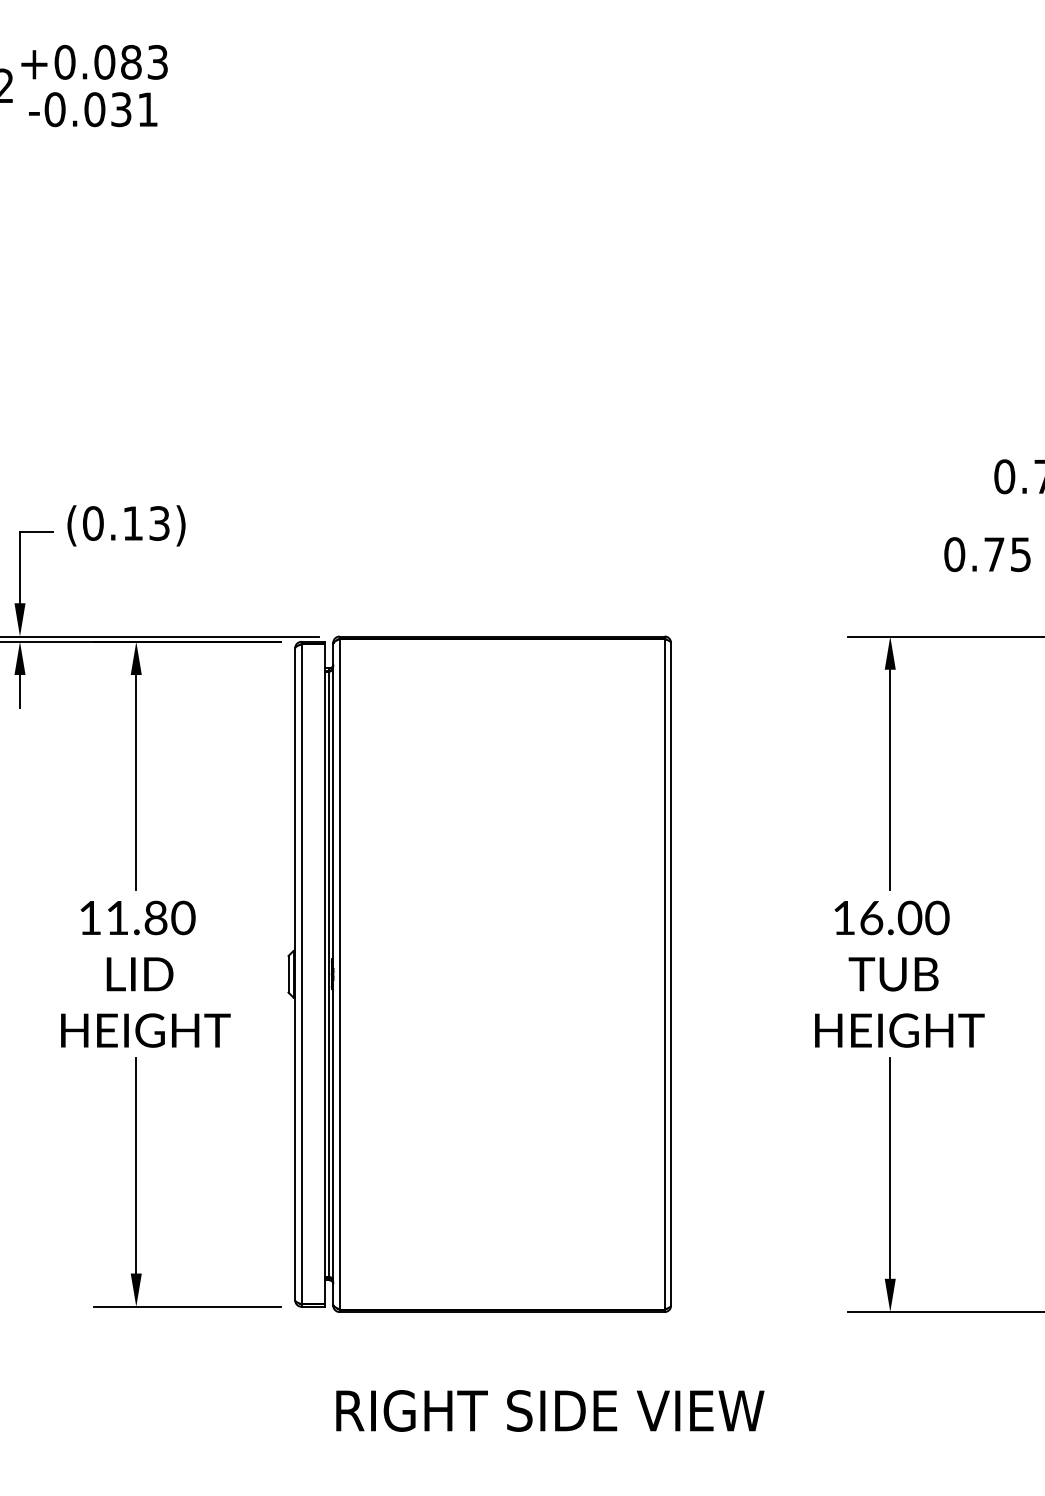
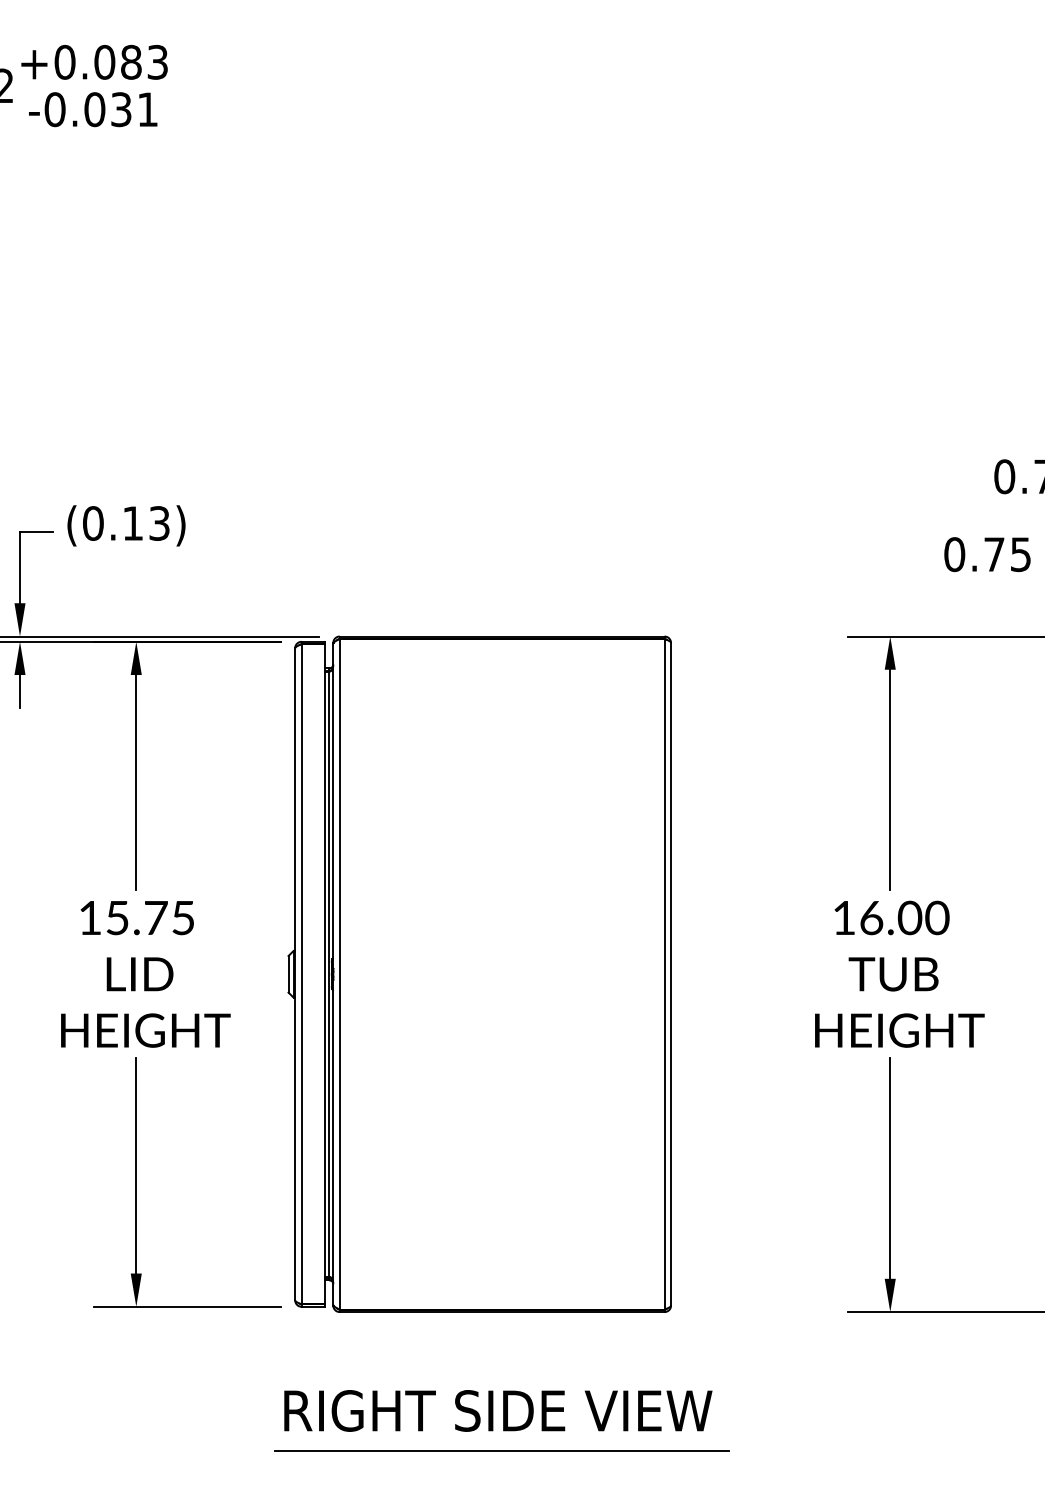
text at (150, 917): 11.80 -> 15.75
text at (550, 1410) position: (550, 1410) -> (498, 1410)
line at (502, 1451): none -> present
